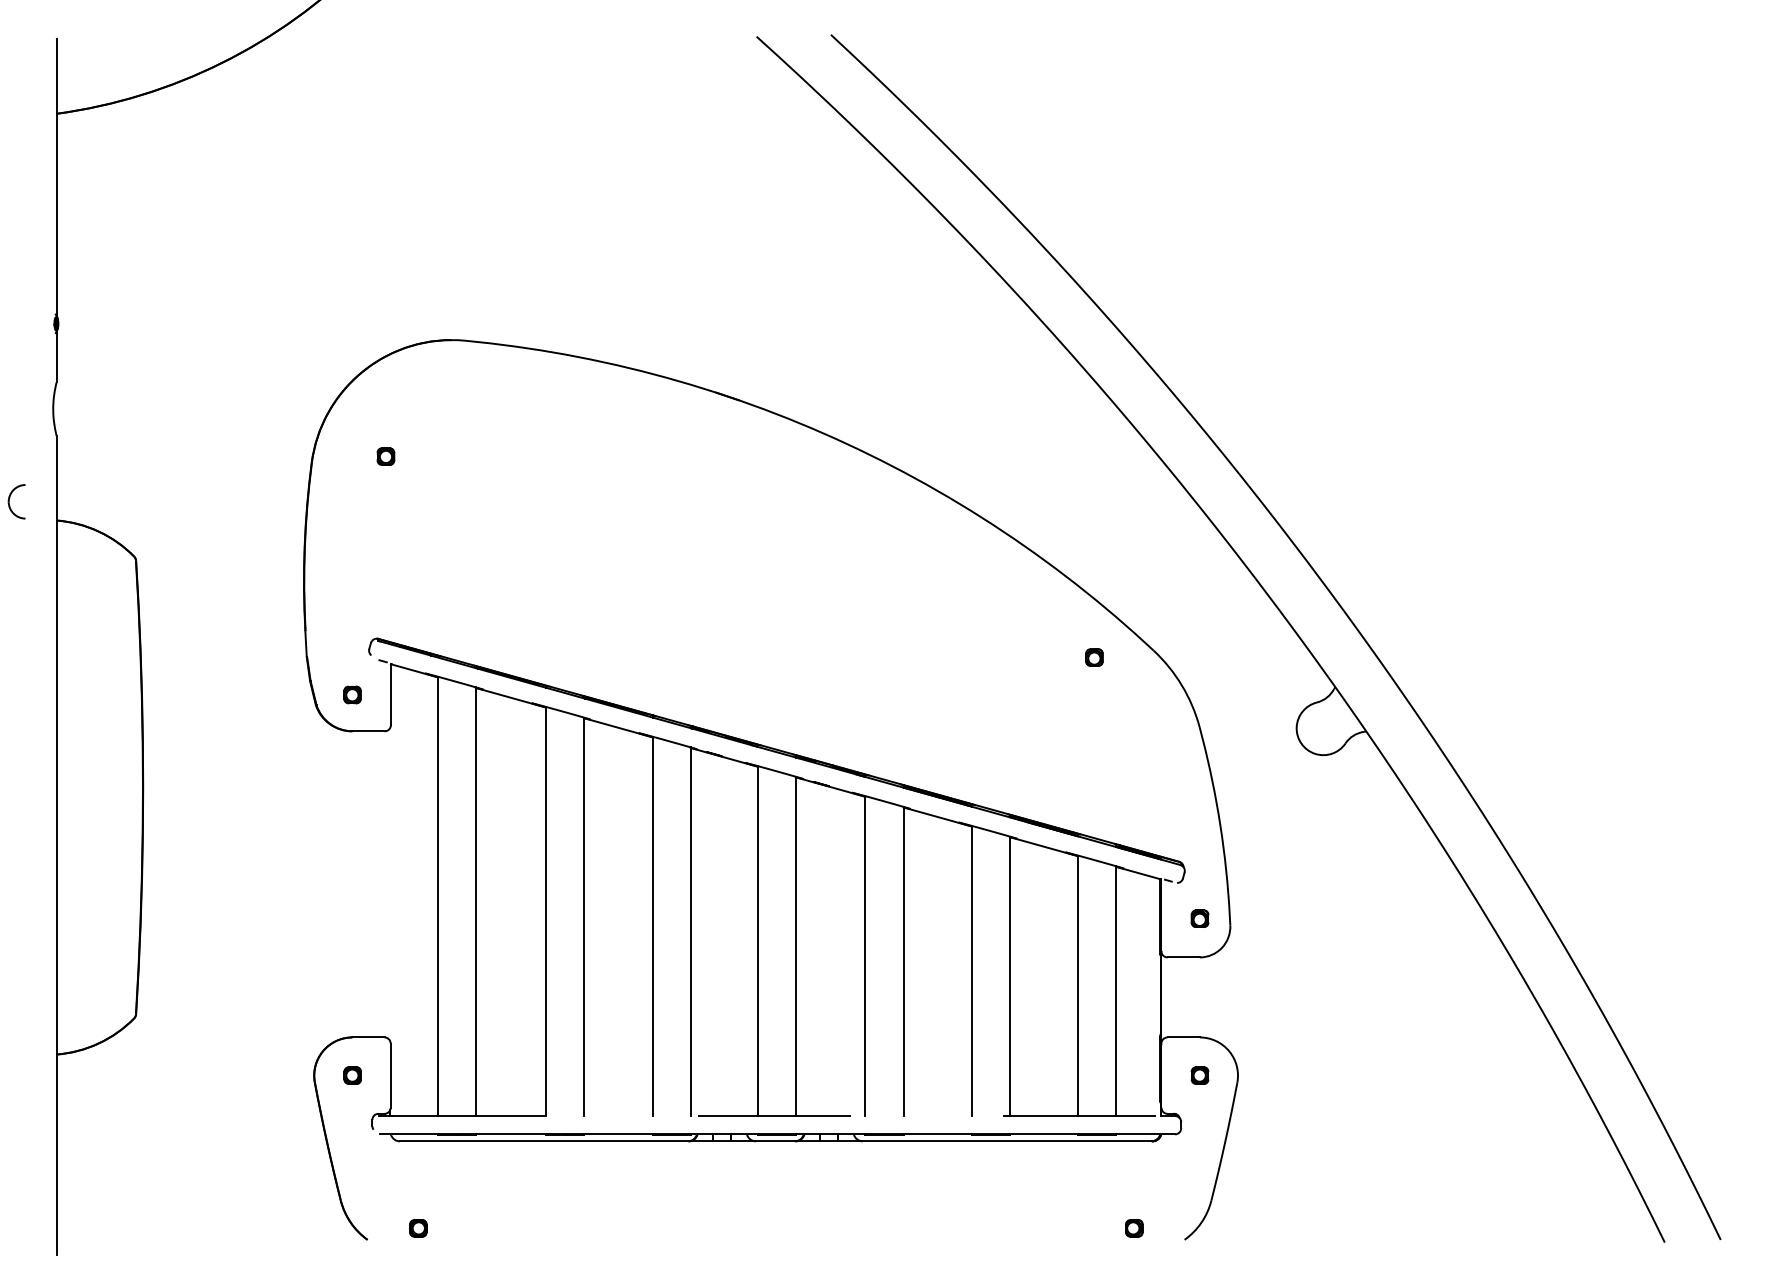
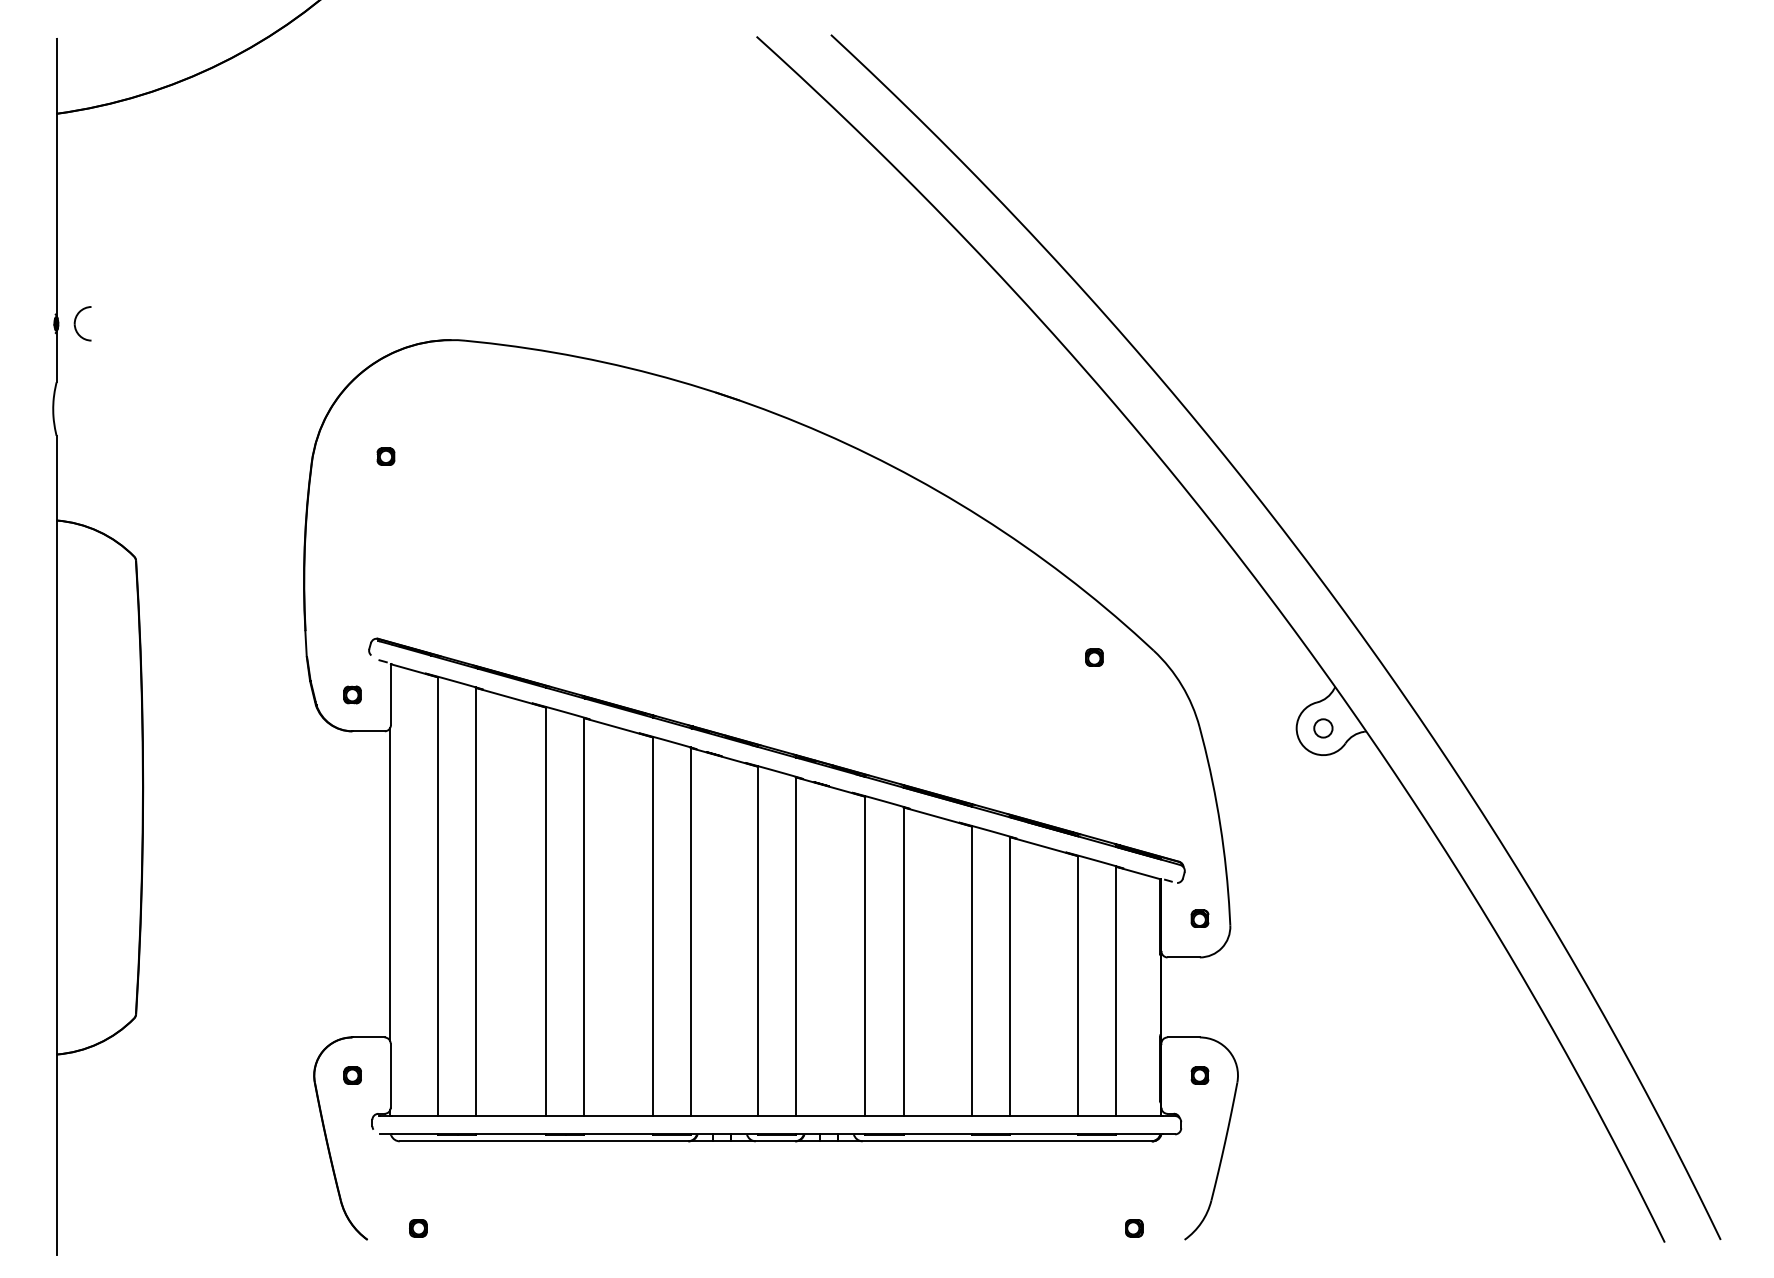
part at (9, 501) position: (9, 501) -> (75, 323)
circle at (1323, 728): none -> present
line at (390, 884): none -> present
line at (778, 1116): dashed -> solid
